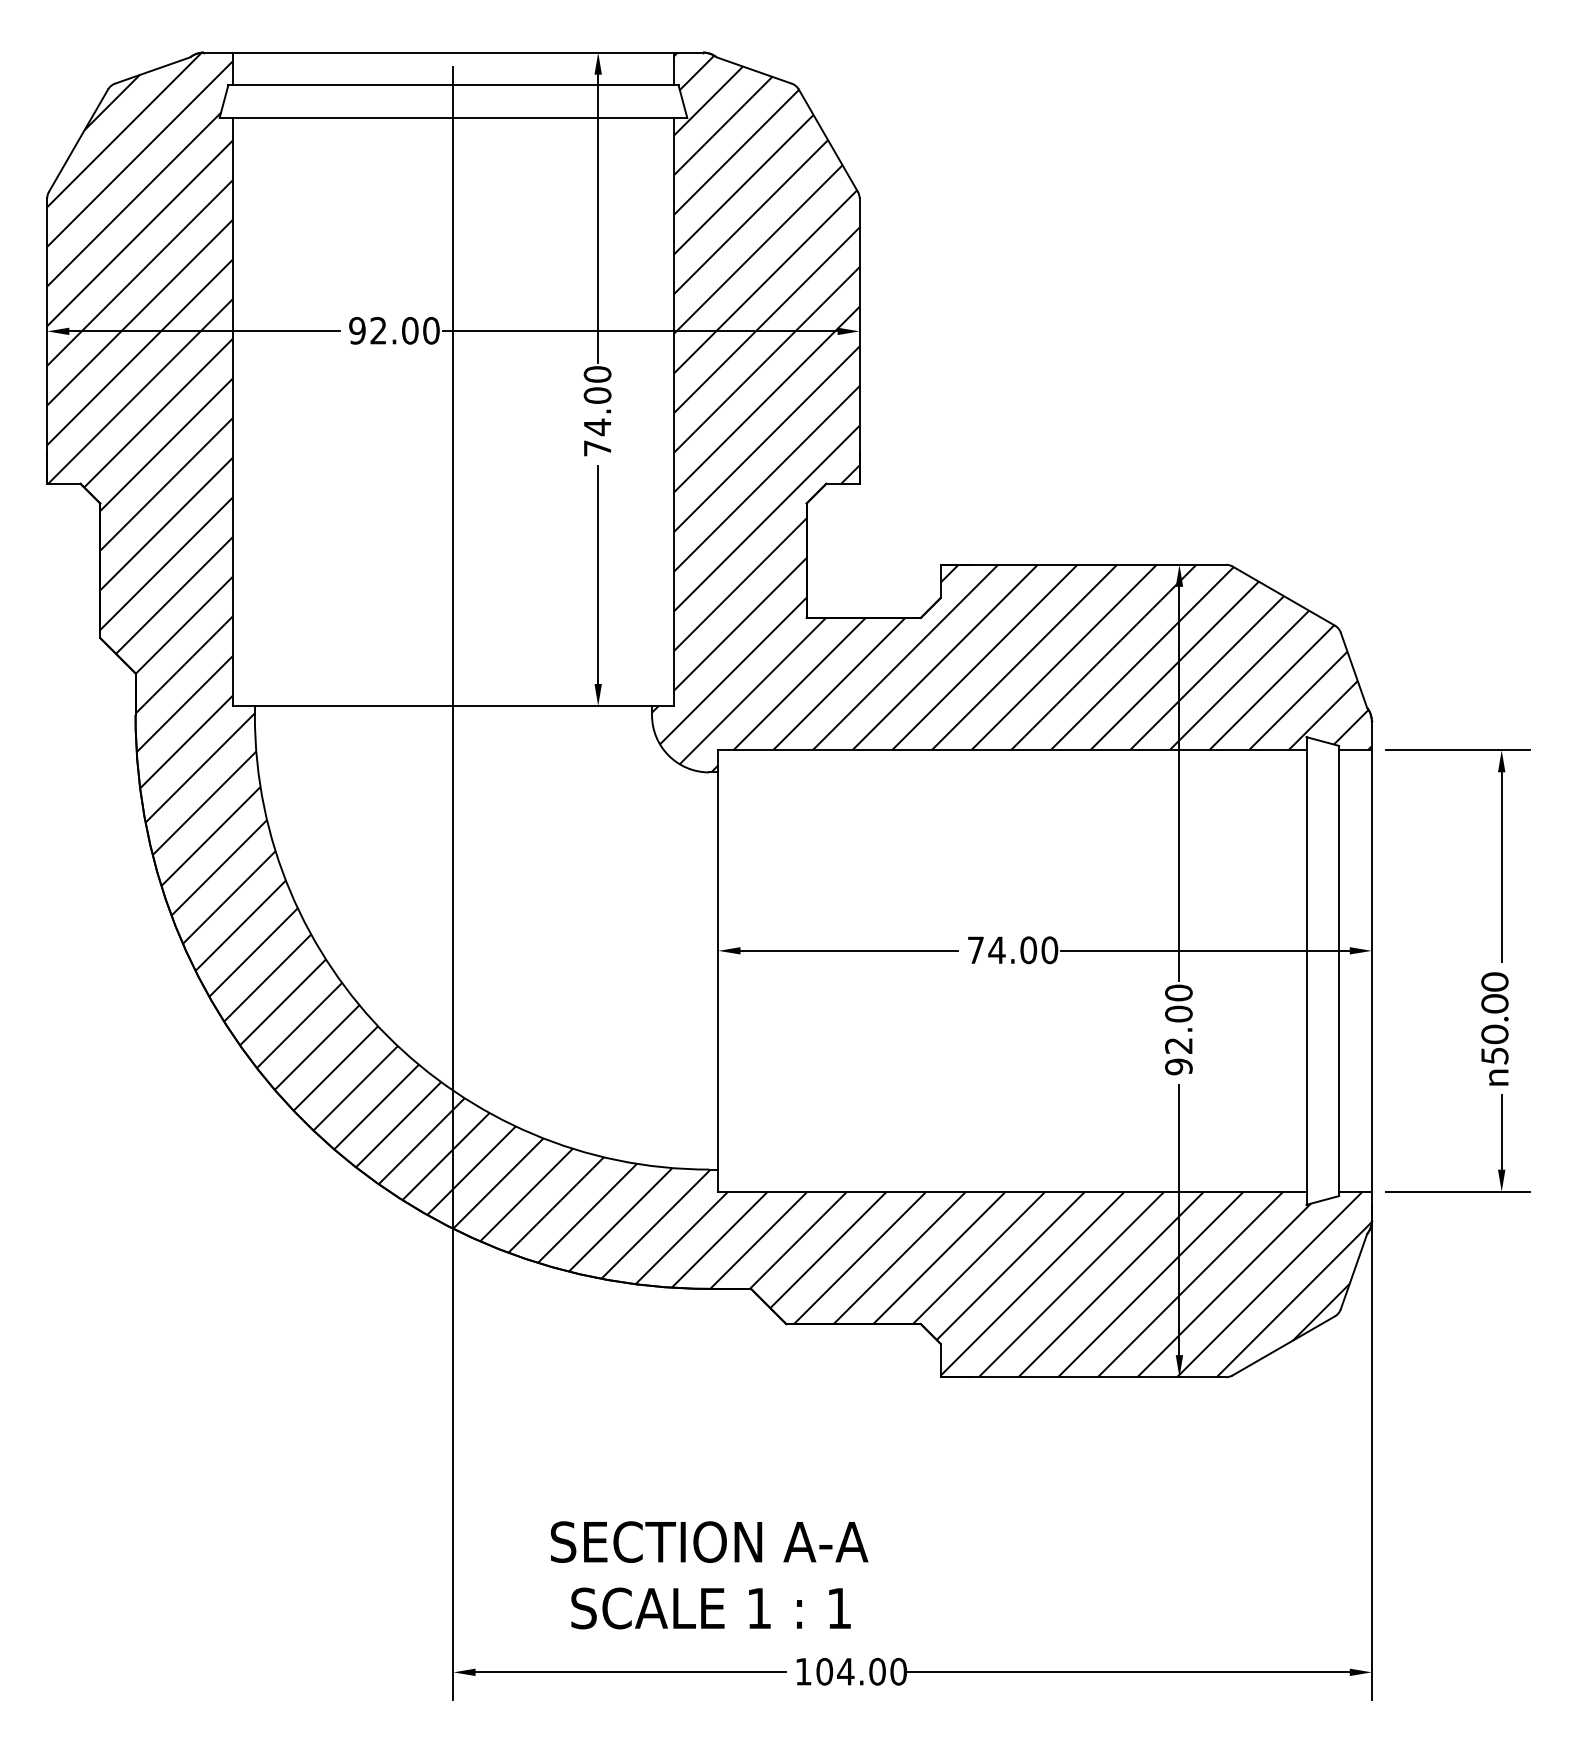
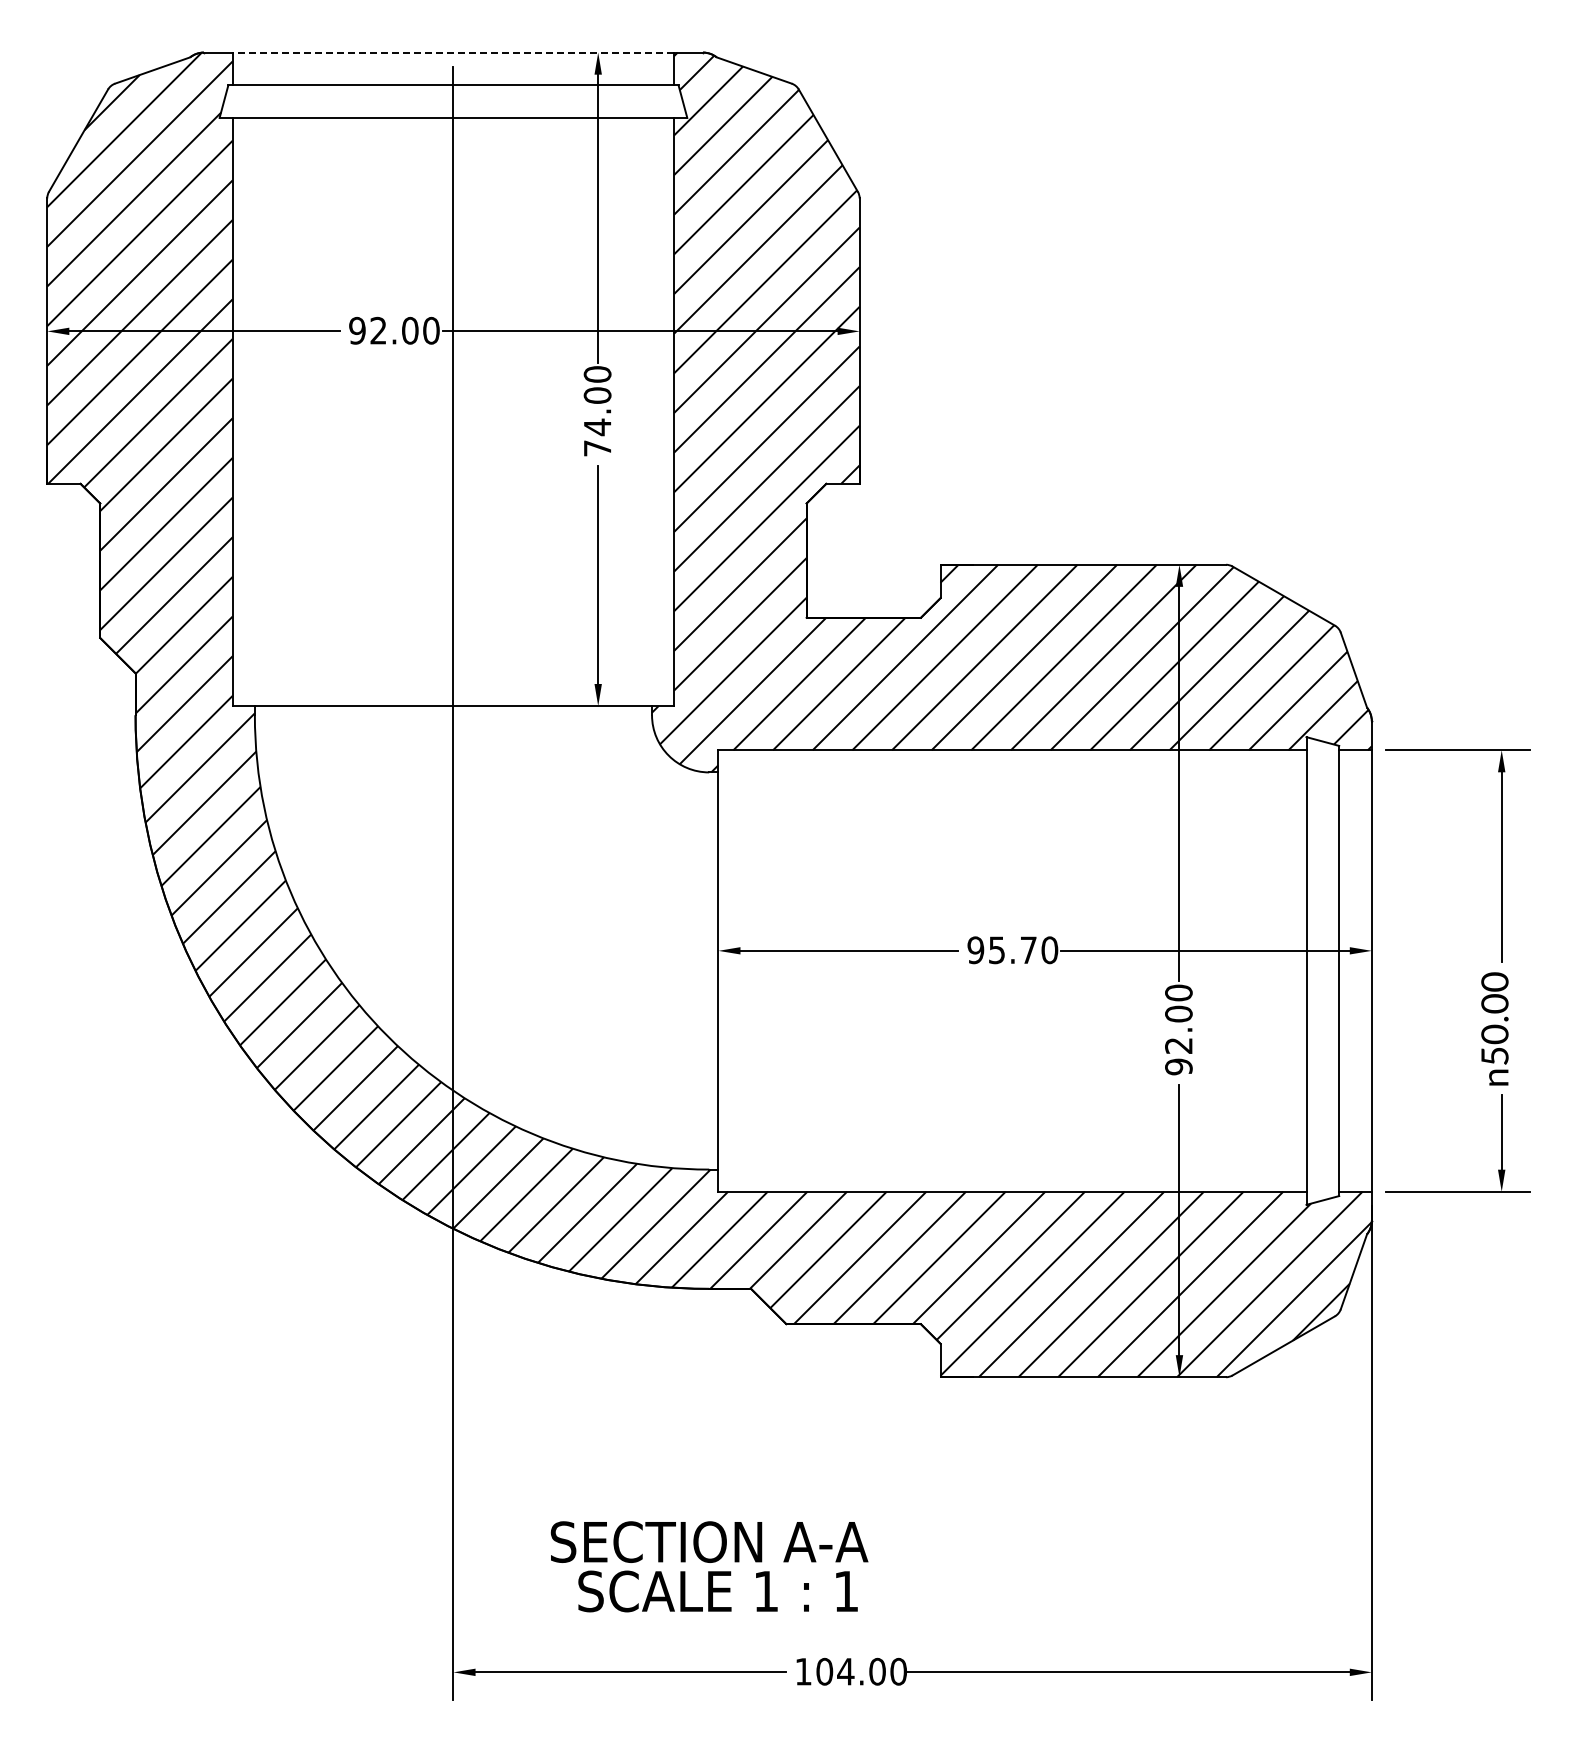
line at (453, 52): solid -> dashed
text at (1002, 950): 74.00 -> 95.70
text at (710, 1608) position: (710, 1608) -> (717, 1591)
